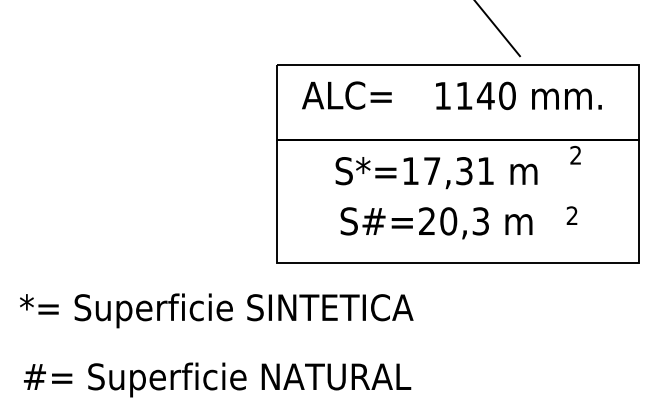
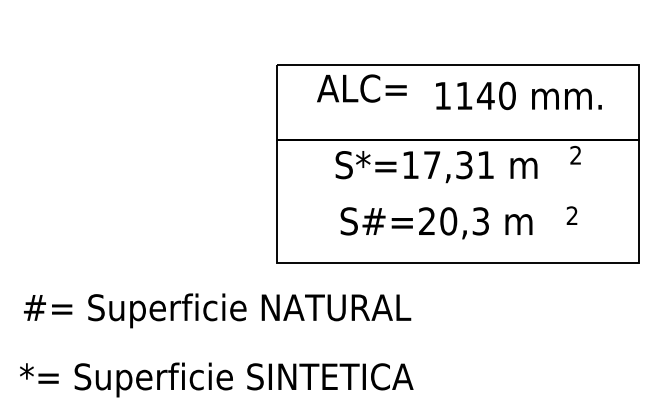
line at (497, 29): present -> none
text at (346, 95) position: (346, 95) -> (361, 88)
text at (436, 173) position: (436, 173) -> (436, 167)
text at (216, 310): *= Superficie SINTETICA -> #= Superficie NATURAL
text at (216, 379): #= Superficie NATURAL -> *= Superficie SINTETICA
